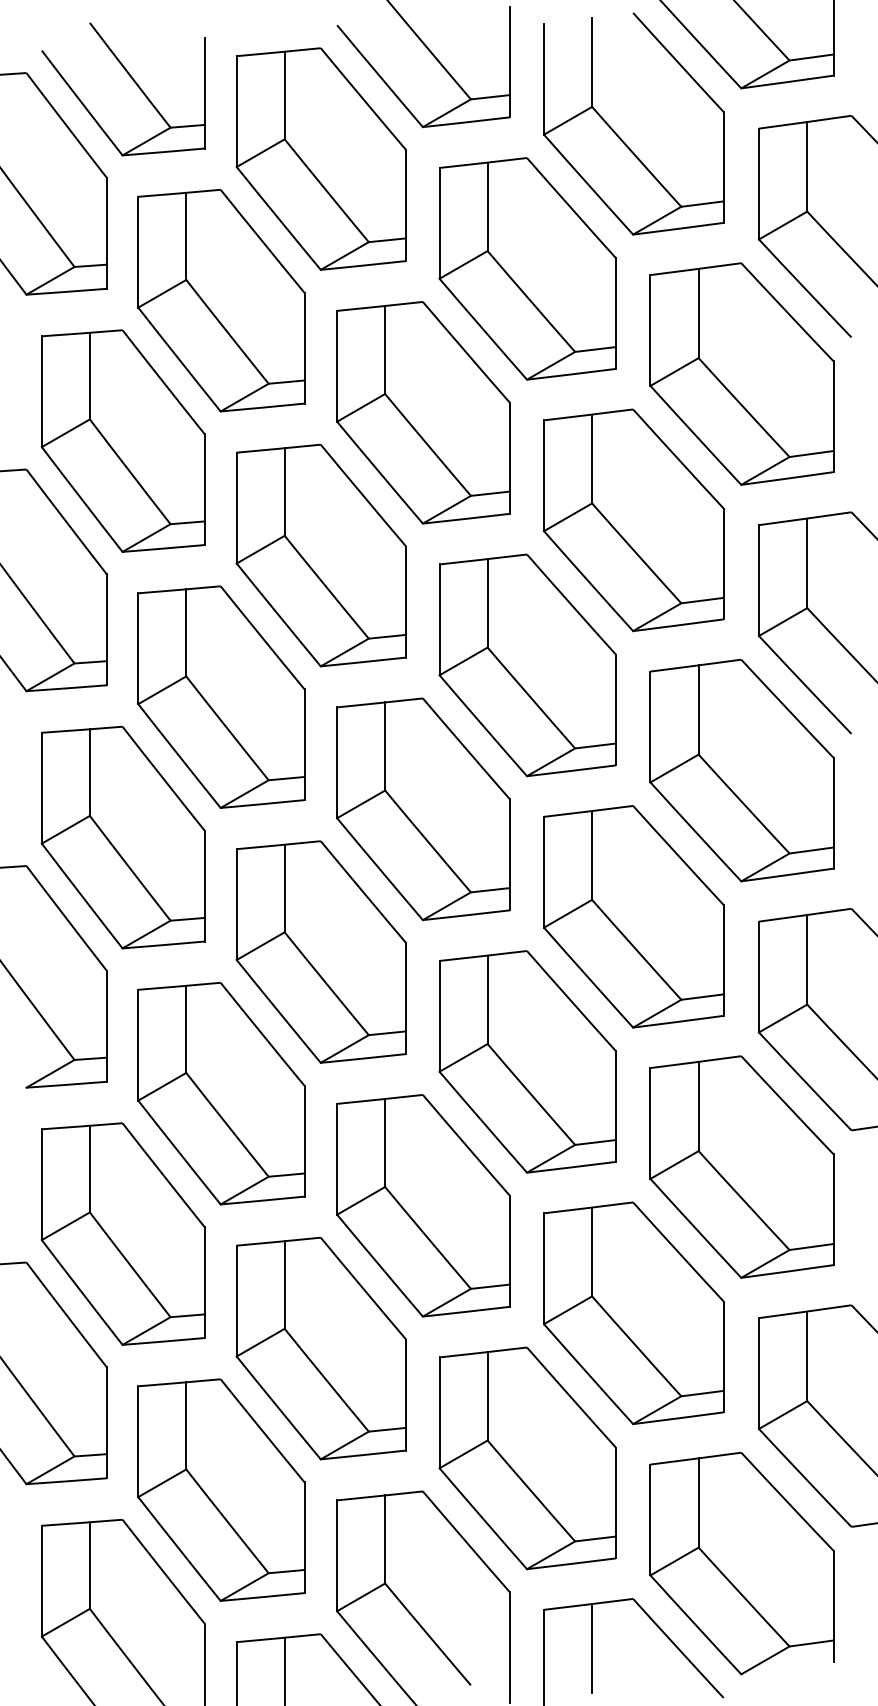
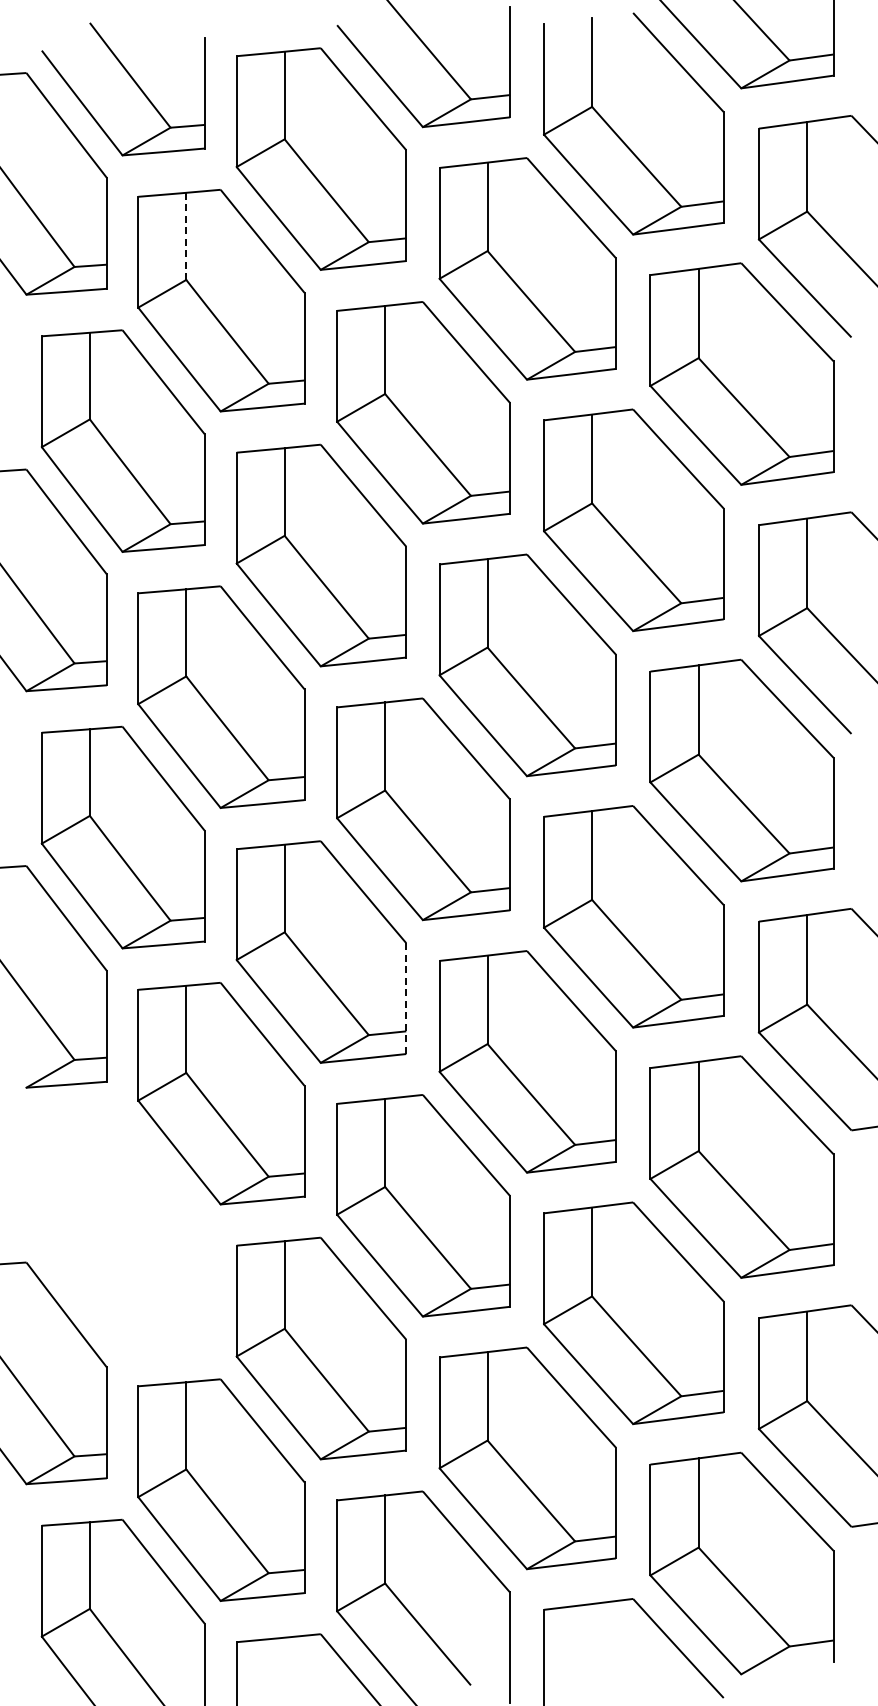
line at (186, 236): solid -> dashed
line at (406, 999): solid -> dashed
part at (122, 1233): present -> none
line at (592, 1648): present -> none
line at (284, 1669): present -> none
